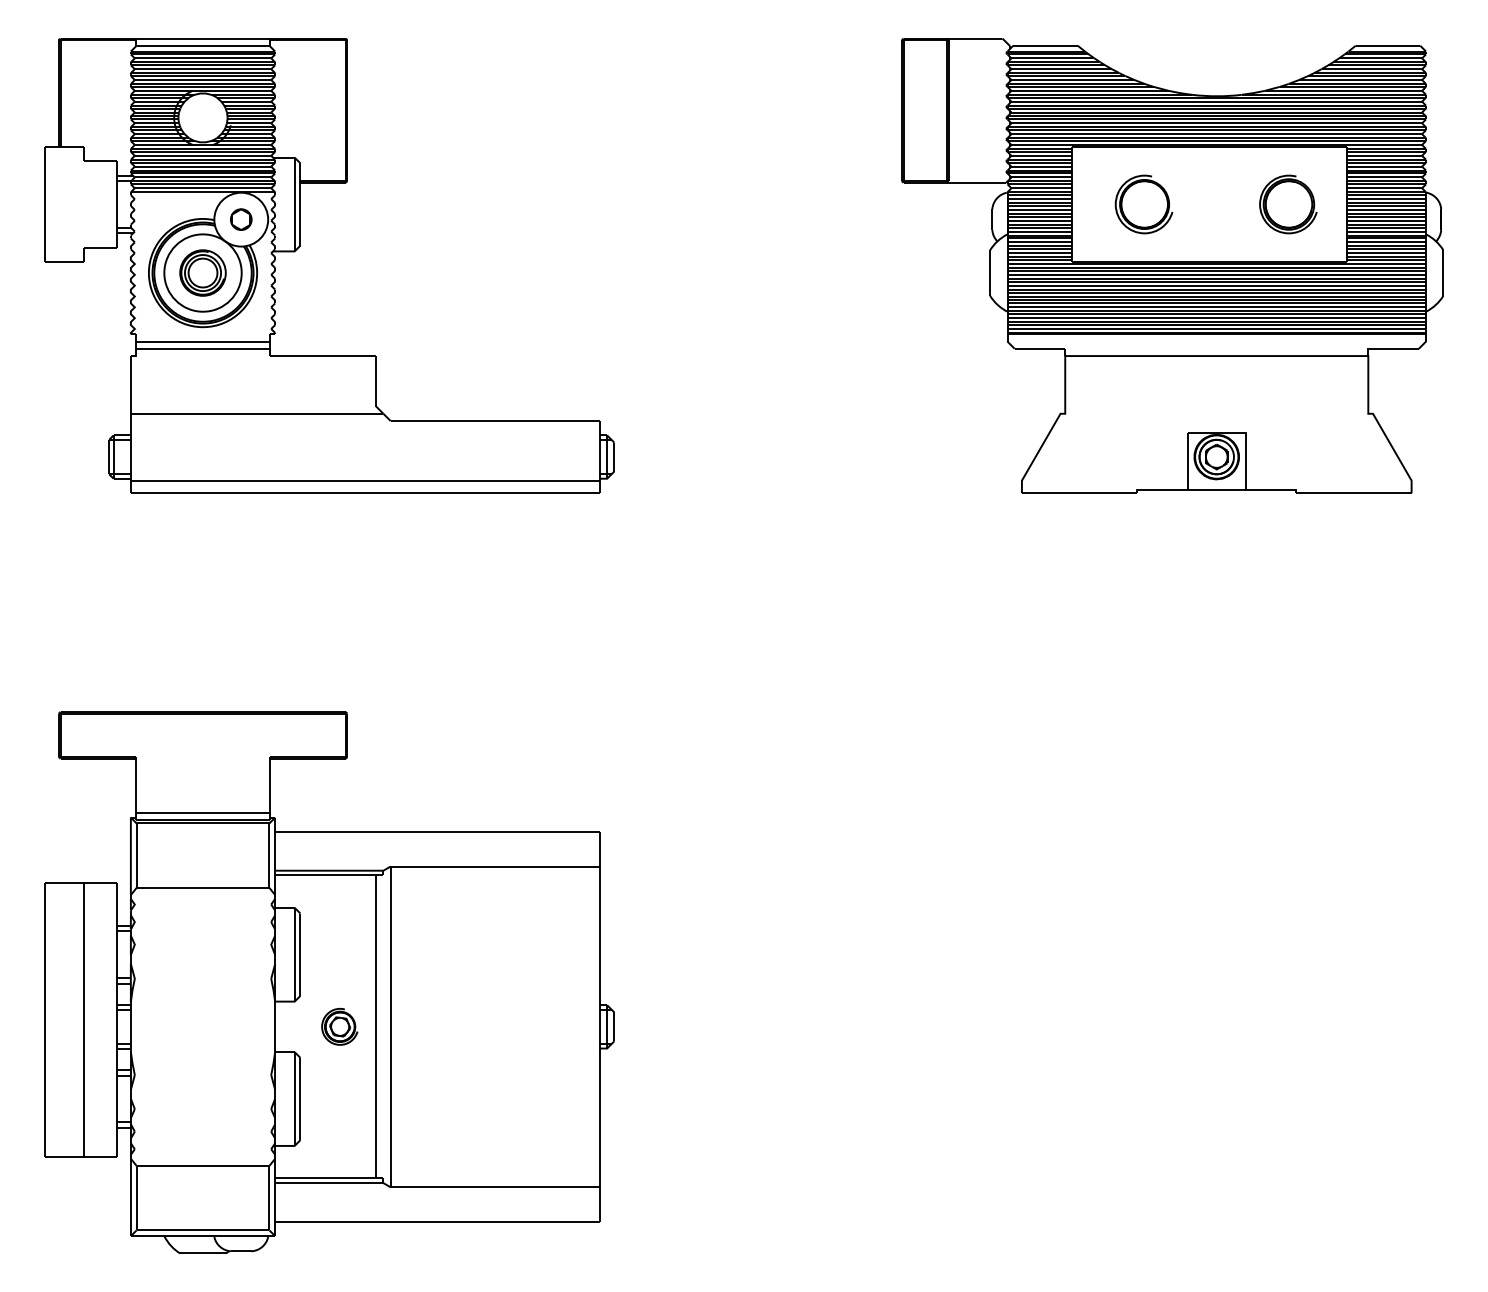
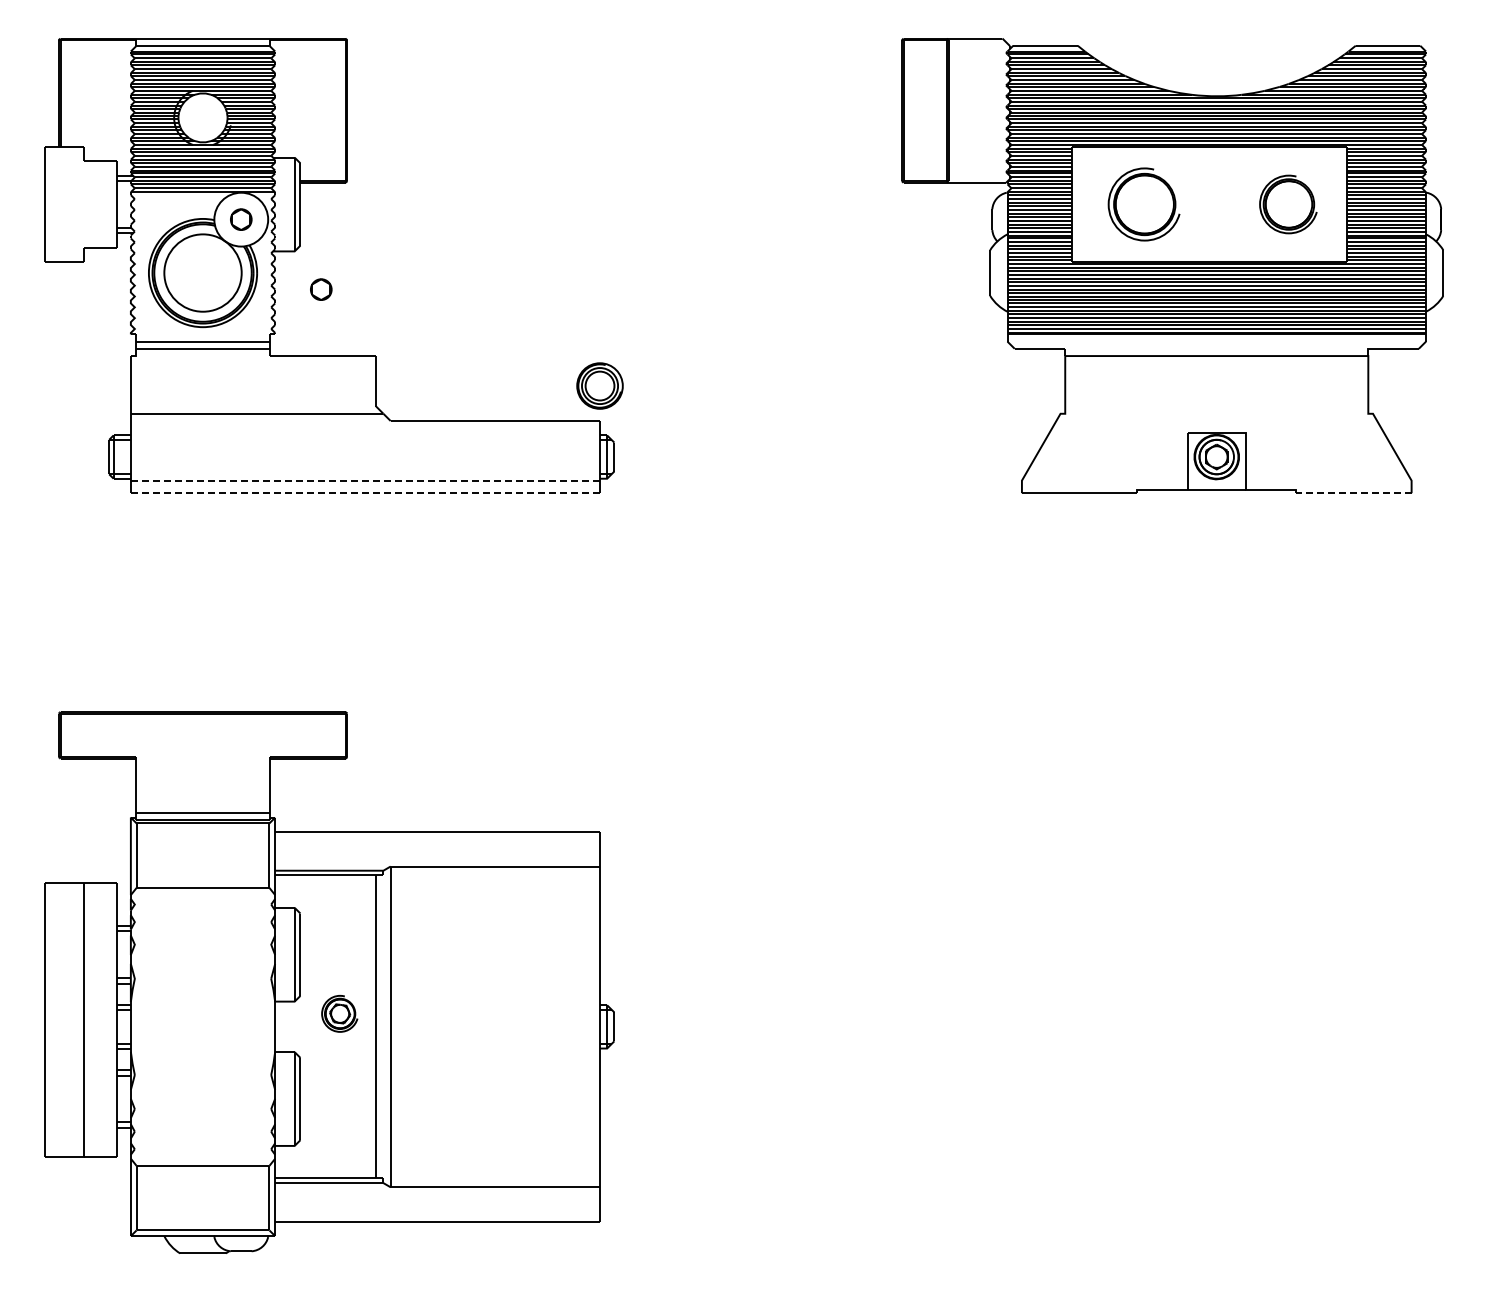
part at (1143, 204) size: 60x61 px -> 74x75 px
part at (202, 272) position: (202, 272) -> (599, 385)
part at (321, 289): none -> present
line at (365, 480): solid -> dashed
line at (365, 493): solid -> dashed
line at (1353, 493): solid -> dashed
part at (339, 1026) position: (339, 1026) -> (339, 1013)
